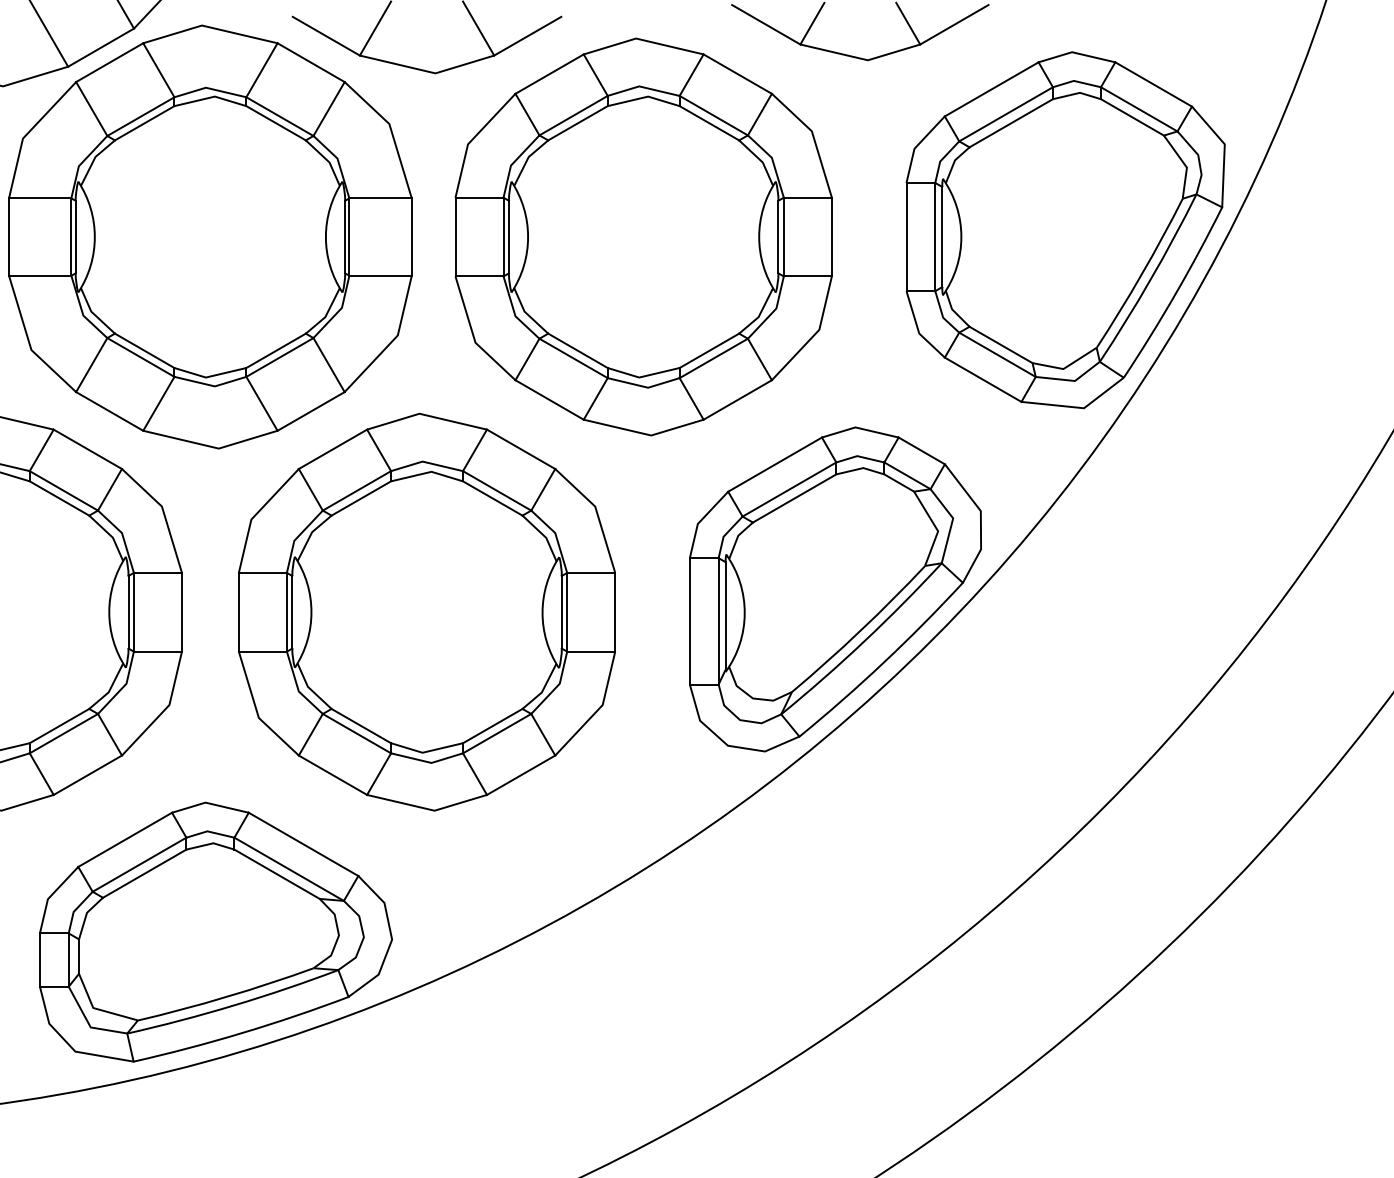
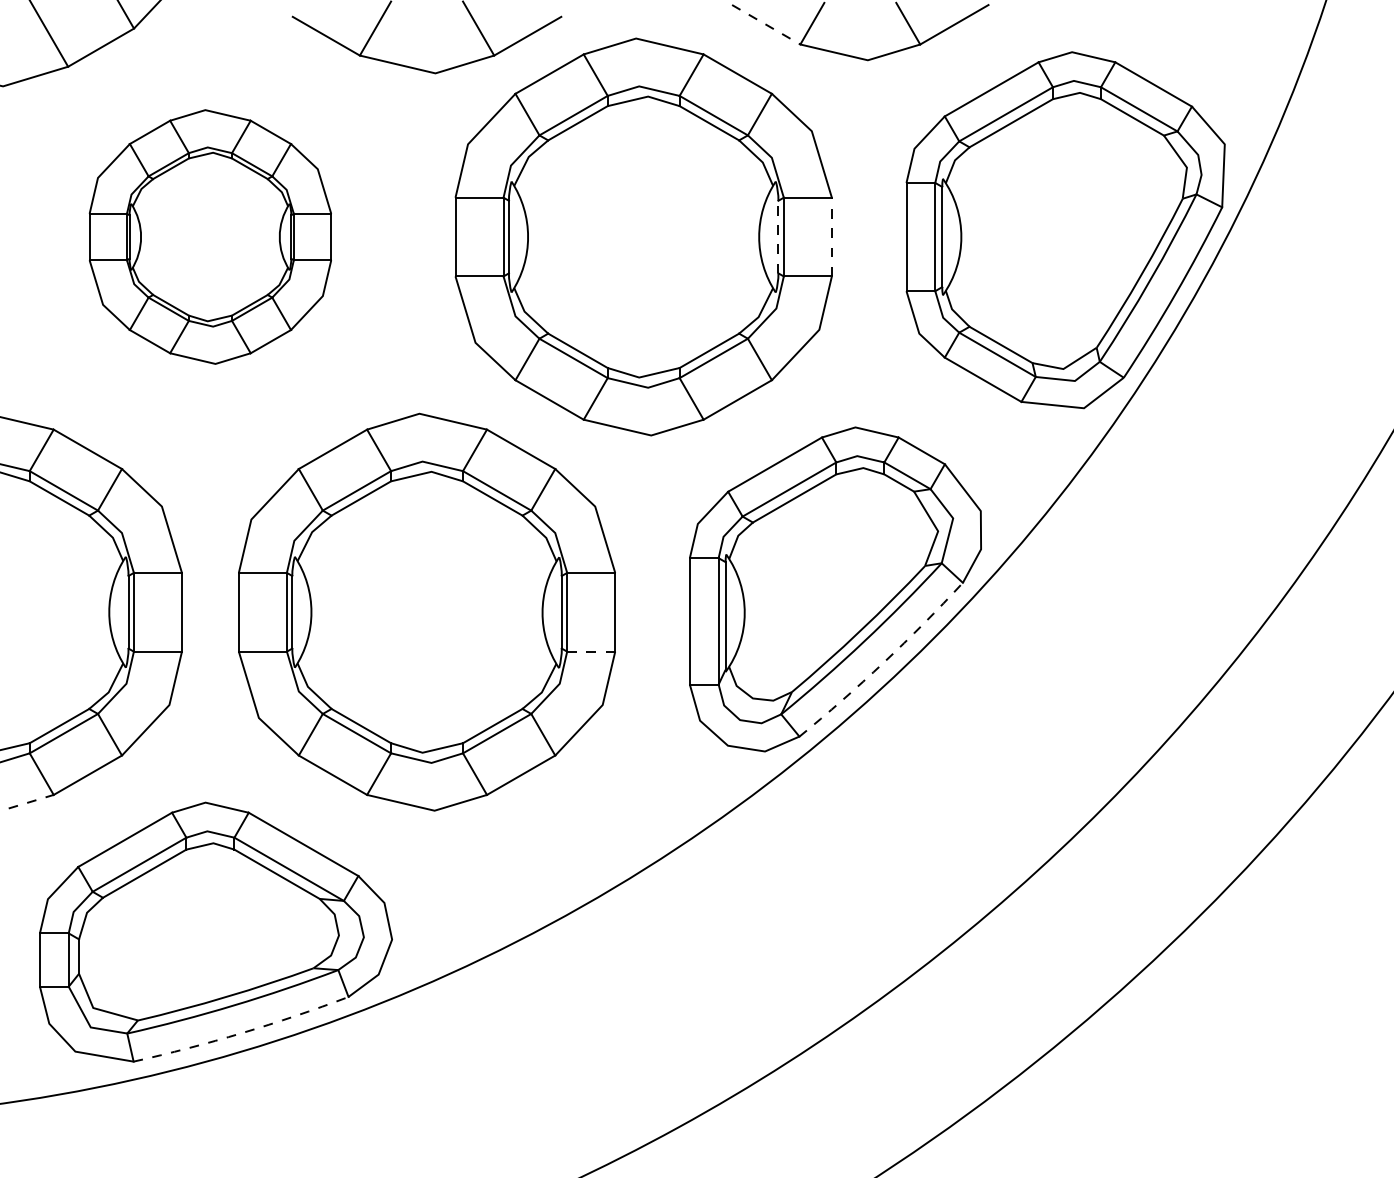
line at (766, 25): solid -> dashed
part at (210, 236) size: 405x426 px -> 244x256 px
line at (778, 236): solid -> dashed
line at (831, 236): solid -> dashed
line at (590, 651): solid -> dashed
arc at (883, 662): solid -> dashed
line at (27, 802): solid -> dashed
arc at (242, 1033): solid -> dashed
